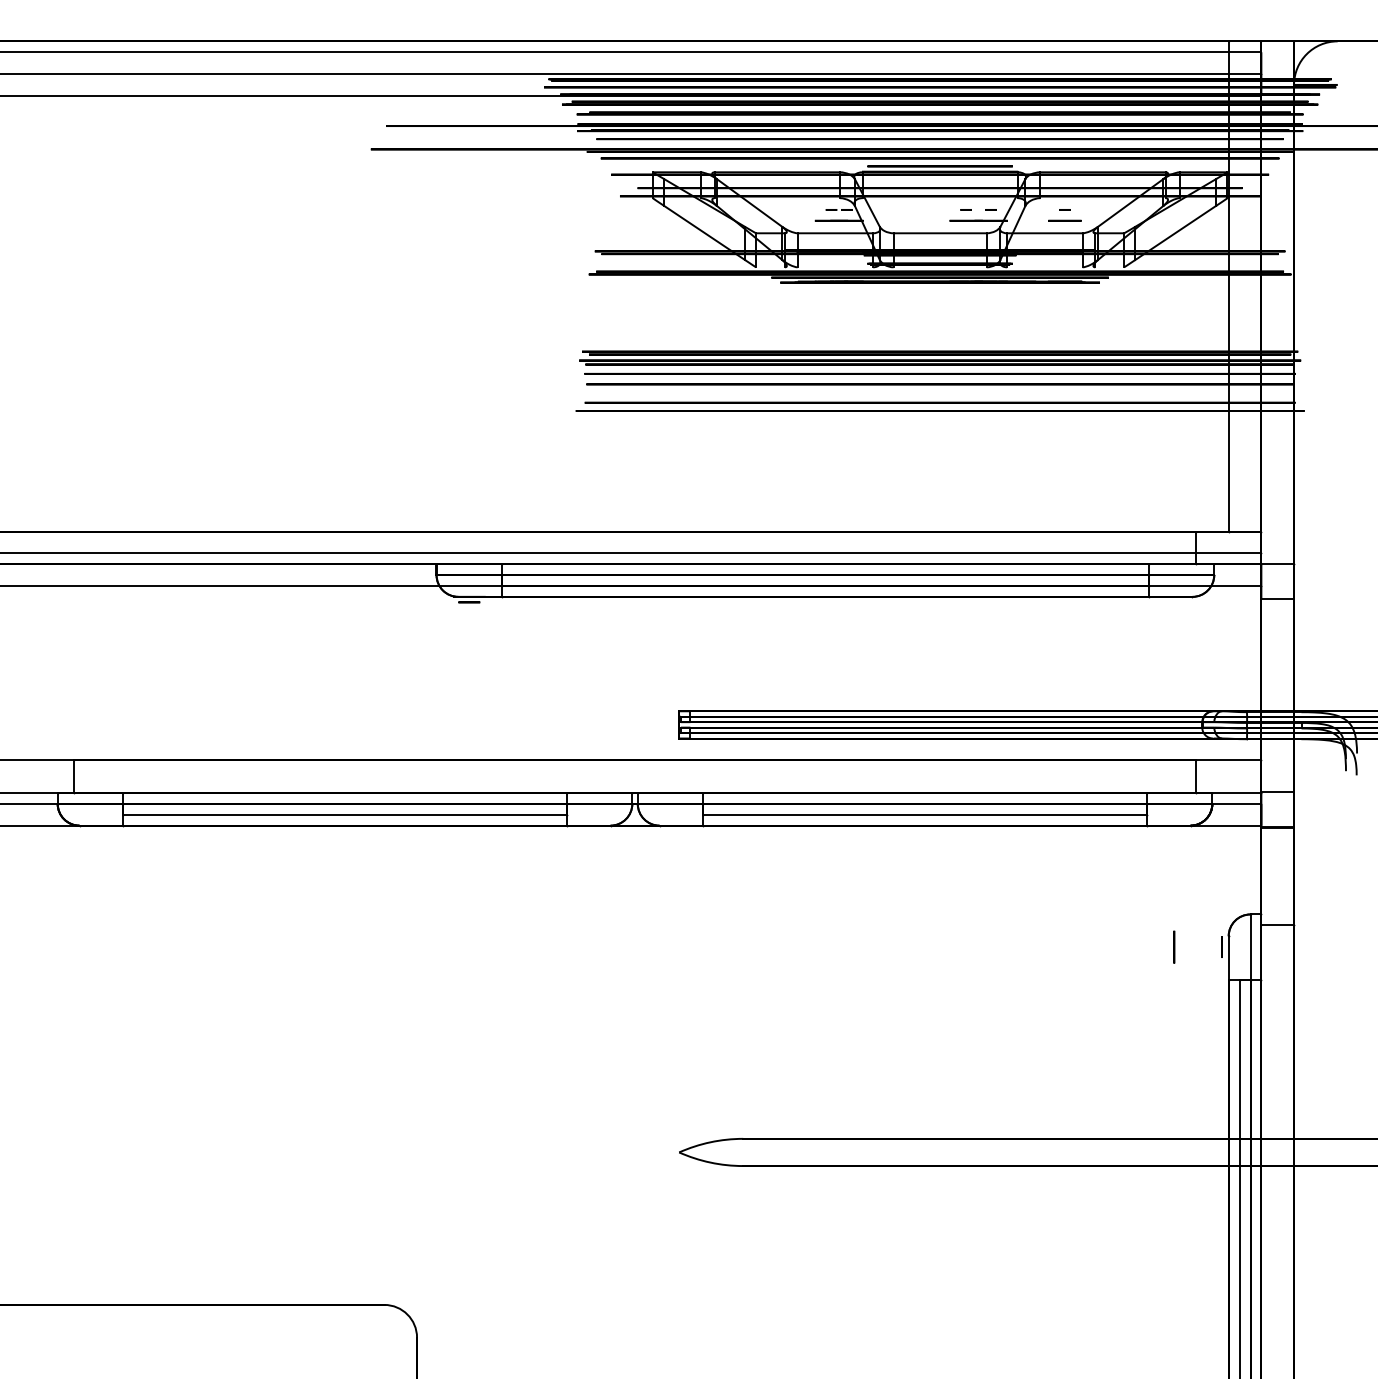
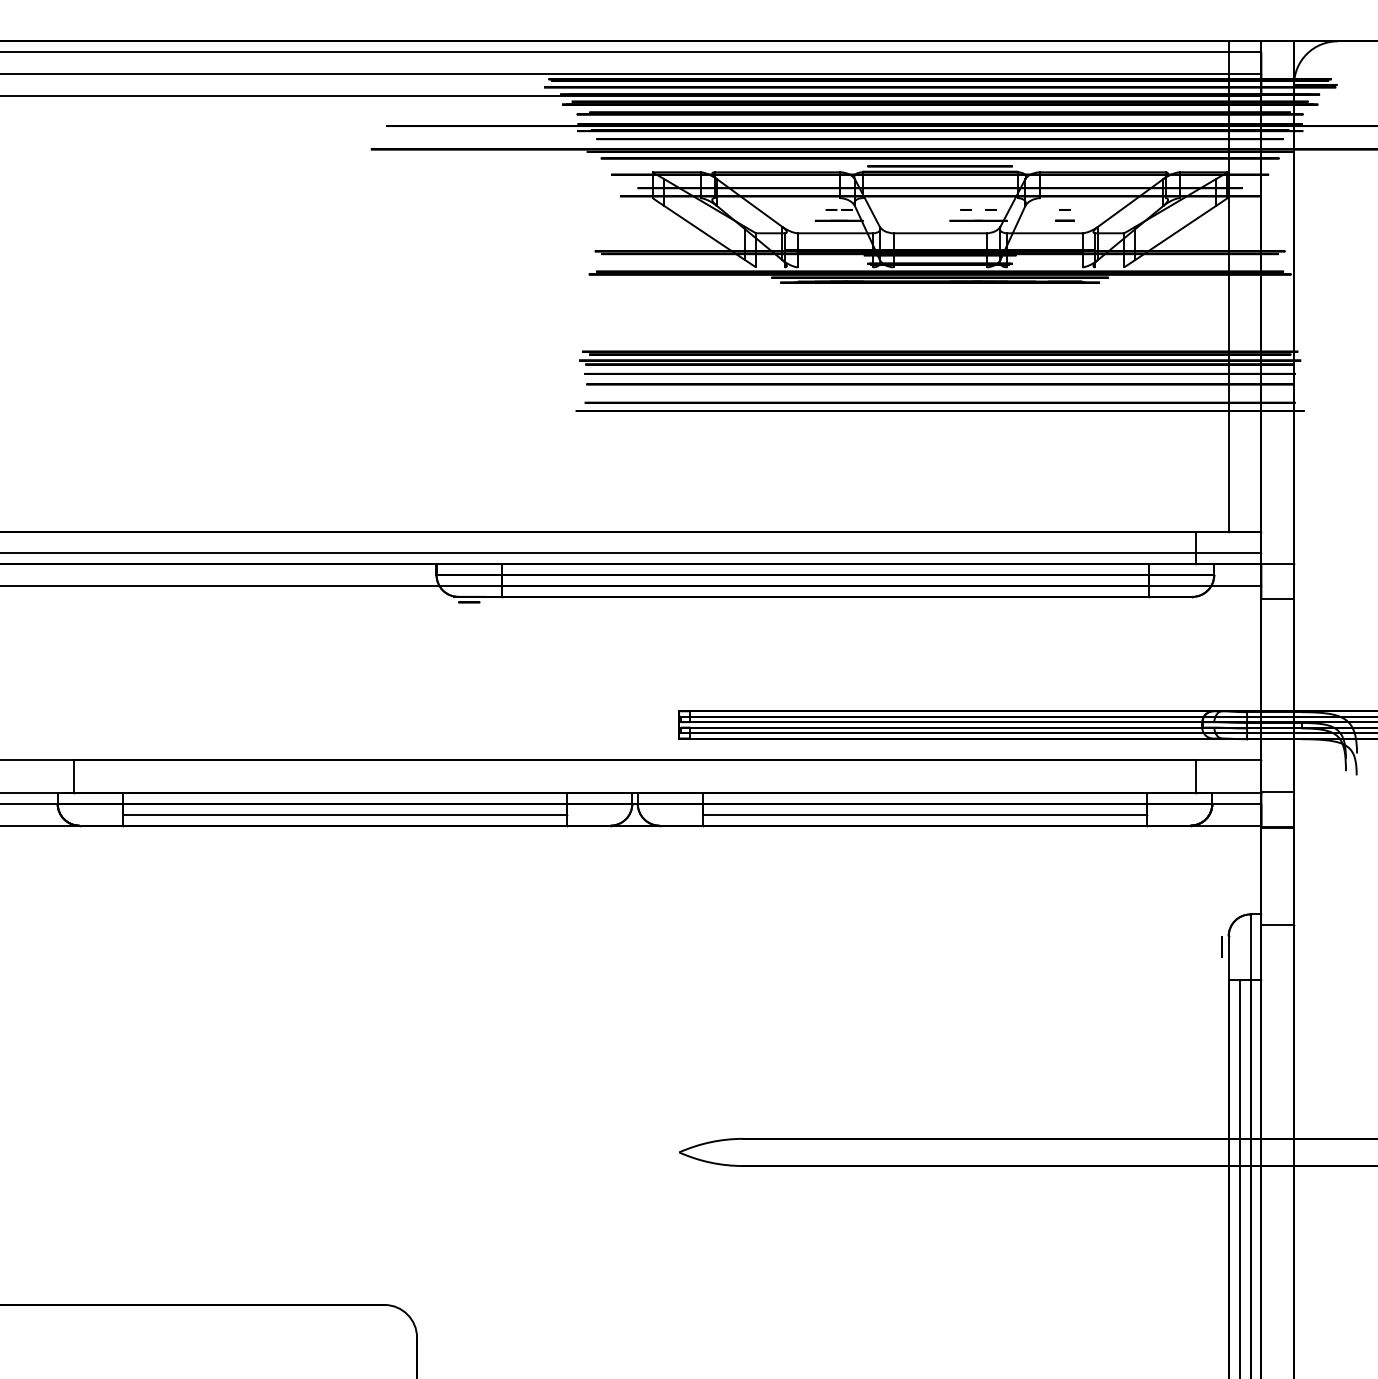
circle at (1064, 220) size: 34x3 px -> 20x3 px
circle at (1174, 946): present -> none
